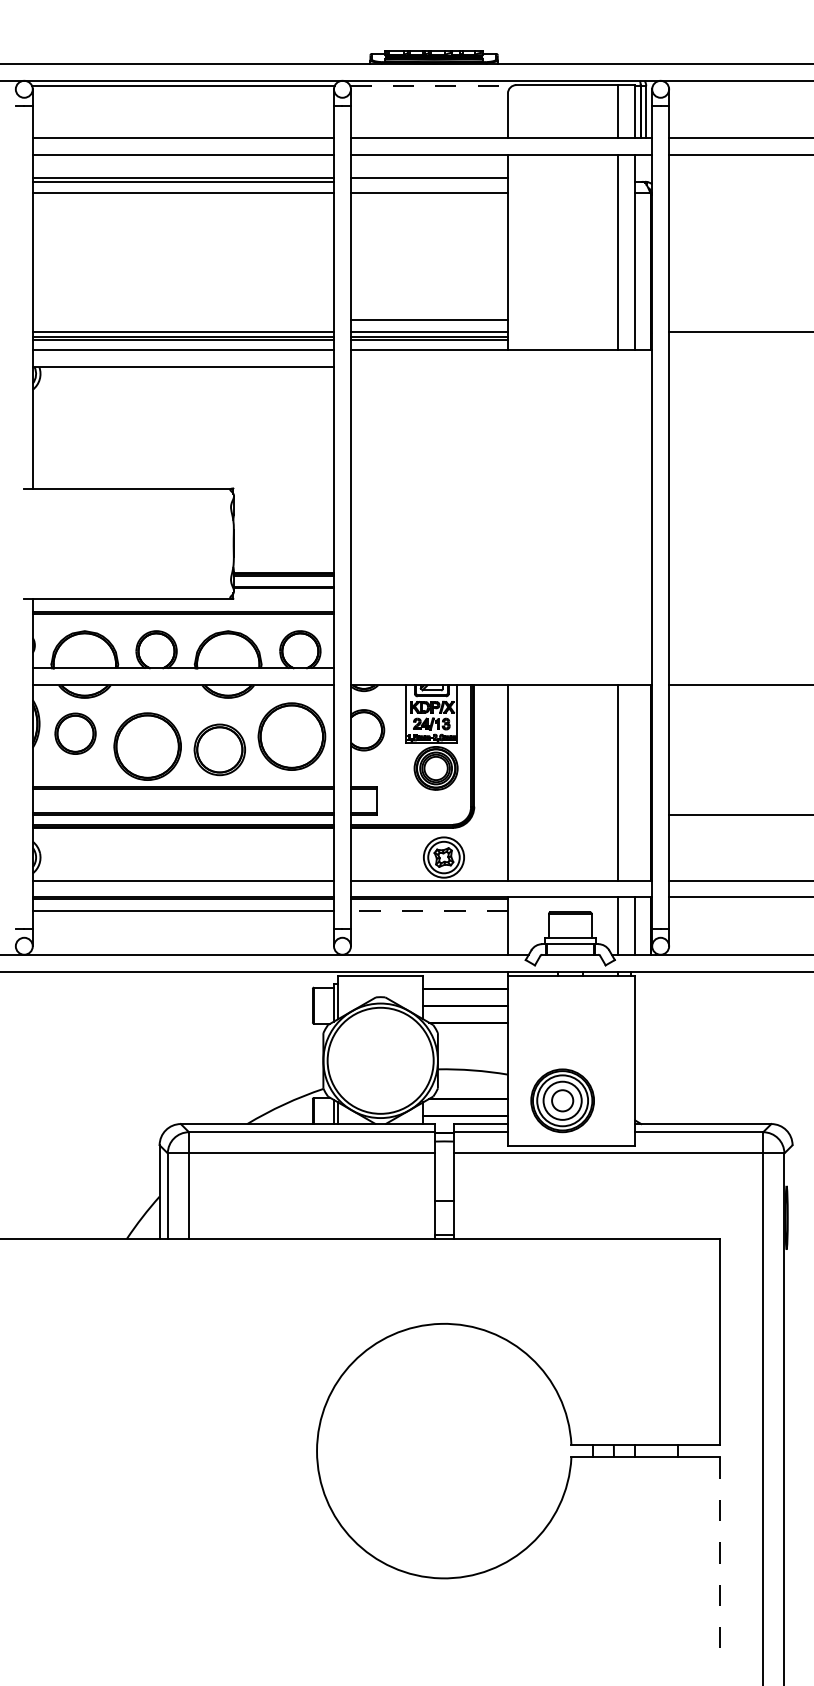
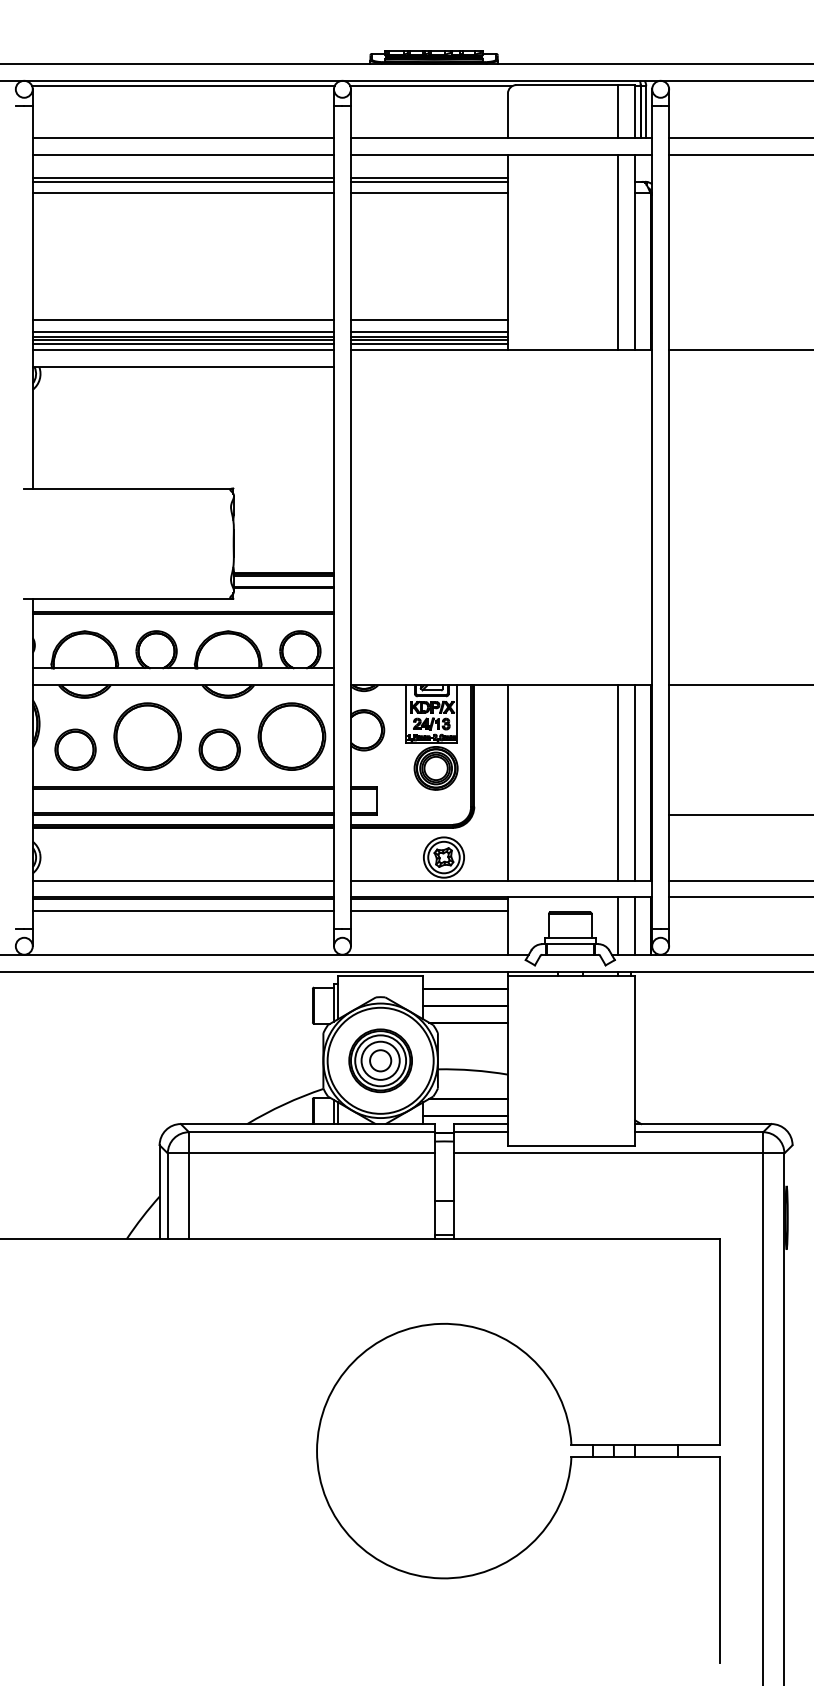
line at (431, 86): dashed -> solid
line at (428, 181): none -> present
line at (183, 320): none -> present
line at (739, 332) position: (739, 332) -> (739, 350)
line at (183, 344): none -> present
line at (428, 344): none -> present
part at (75, 733) position: (75, 733) -> (75, 749)
part at (147, 746) position: (147, 746) -> (147, 736)
part at (219, 749) size: 53x54 px -> 43x43 px
line at (635, 782): none -> present
line at (428, 911): dashed -> solid
part at (562, 1100) position: (562, 1100) -> (380, 1060)
line at (720, 1560): dashed -> solid
